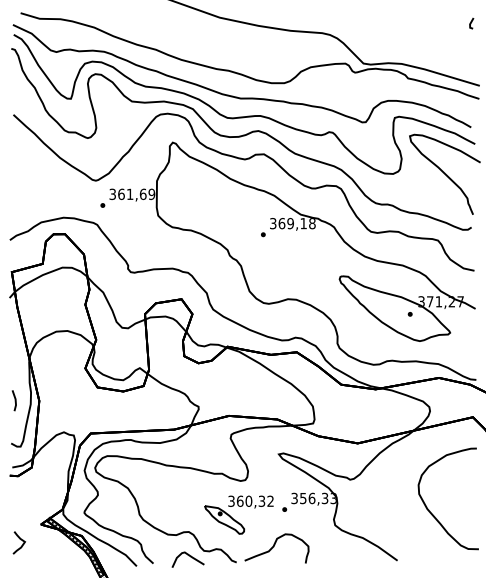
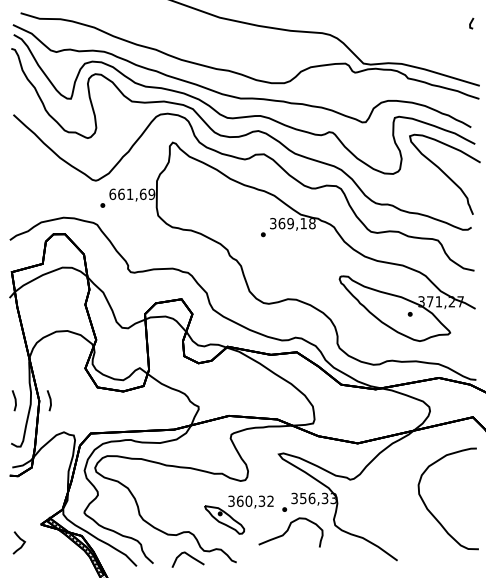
text at (112, 193): 361,69 -> 661,69
line at (49, 400): none -> present
curve at (274, 546) position: (274, 546) -> (288, 530)
